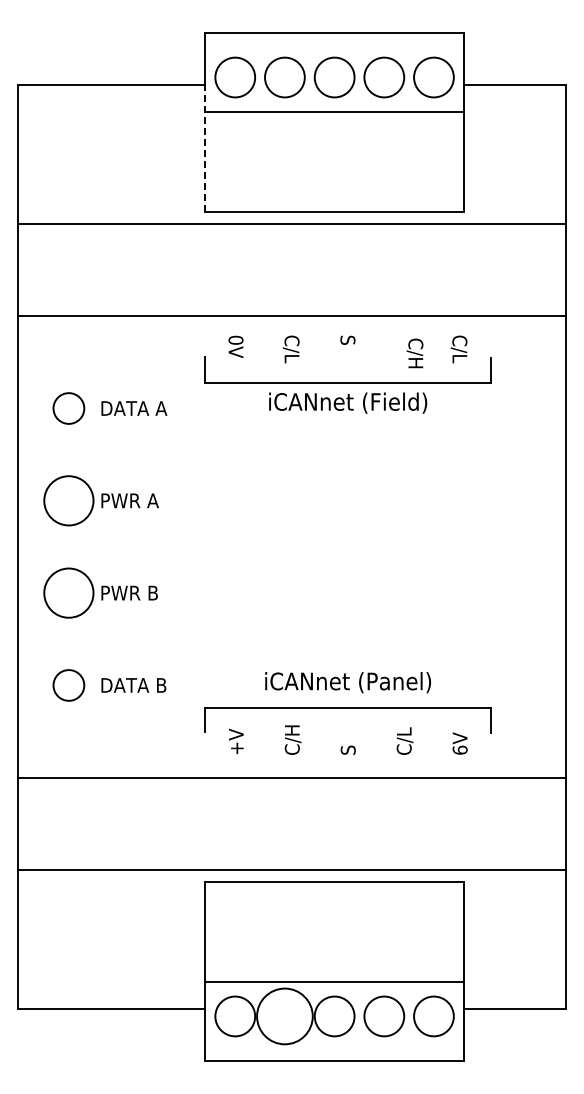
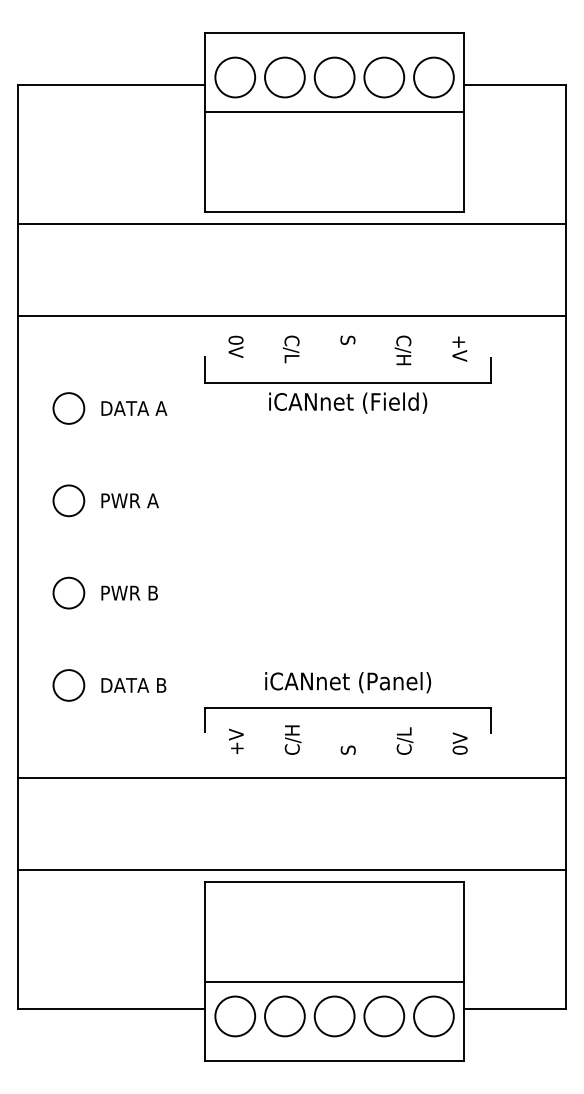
line at (205, 148): dashed -> solid
text at (458, 349): C/L -> +V
text at (414, 353) position: (414, 353) -> (402, 350)
circle at (68, 500) diameter: 49 px -> 31 px
circle at (68, 592) diameter: 49 px -> 31 px
text at (459, 749): 6V -> 0V
circle at (284, 1016) diameter: 56 px -> 40 px
